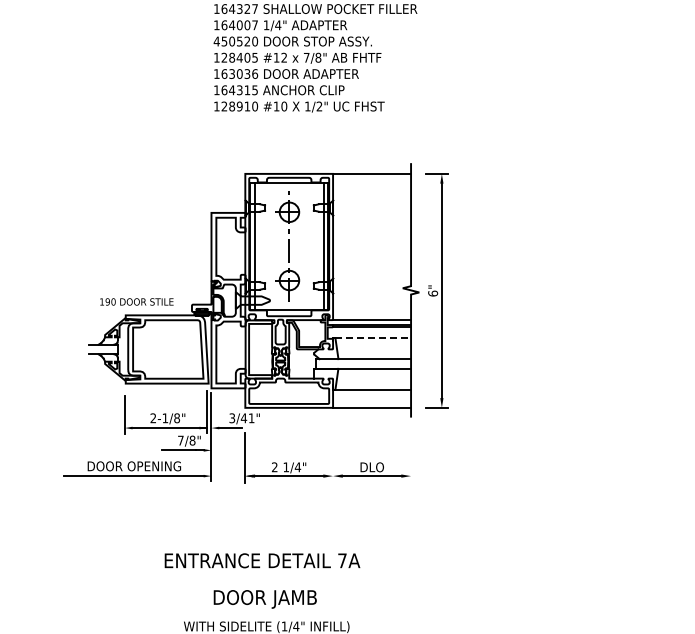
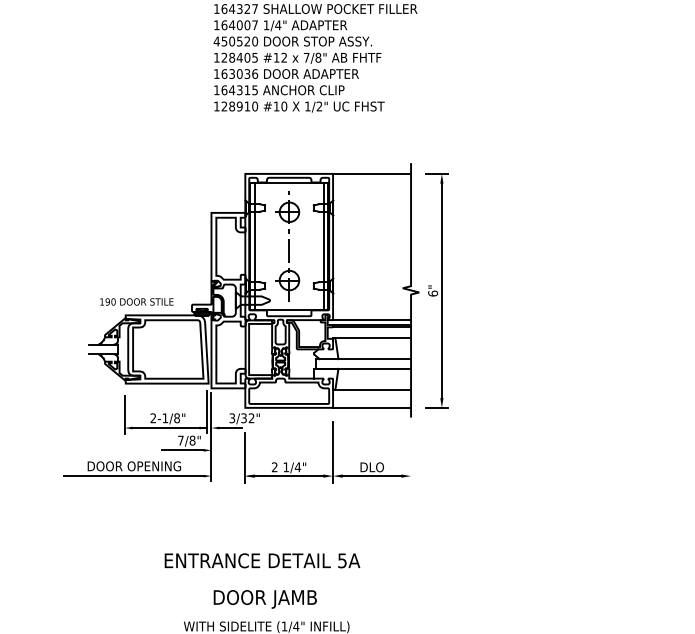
line at (373, 338): dashed -> solid
text at (247, 418): 3/41" -> 3/32"
line at (333, 452): none -> present
text at (342, 560): 7A -> 5A
